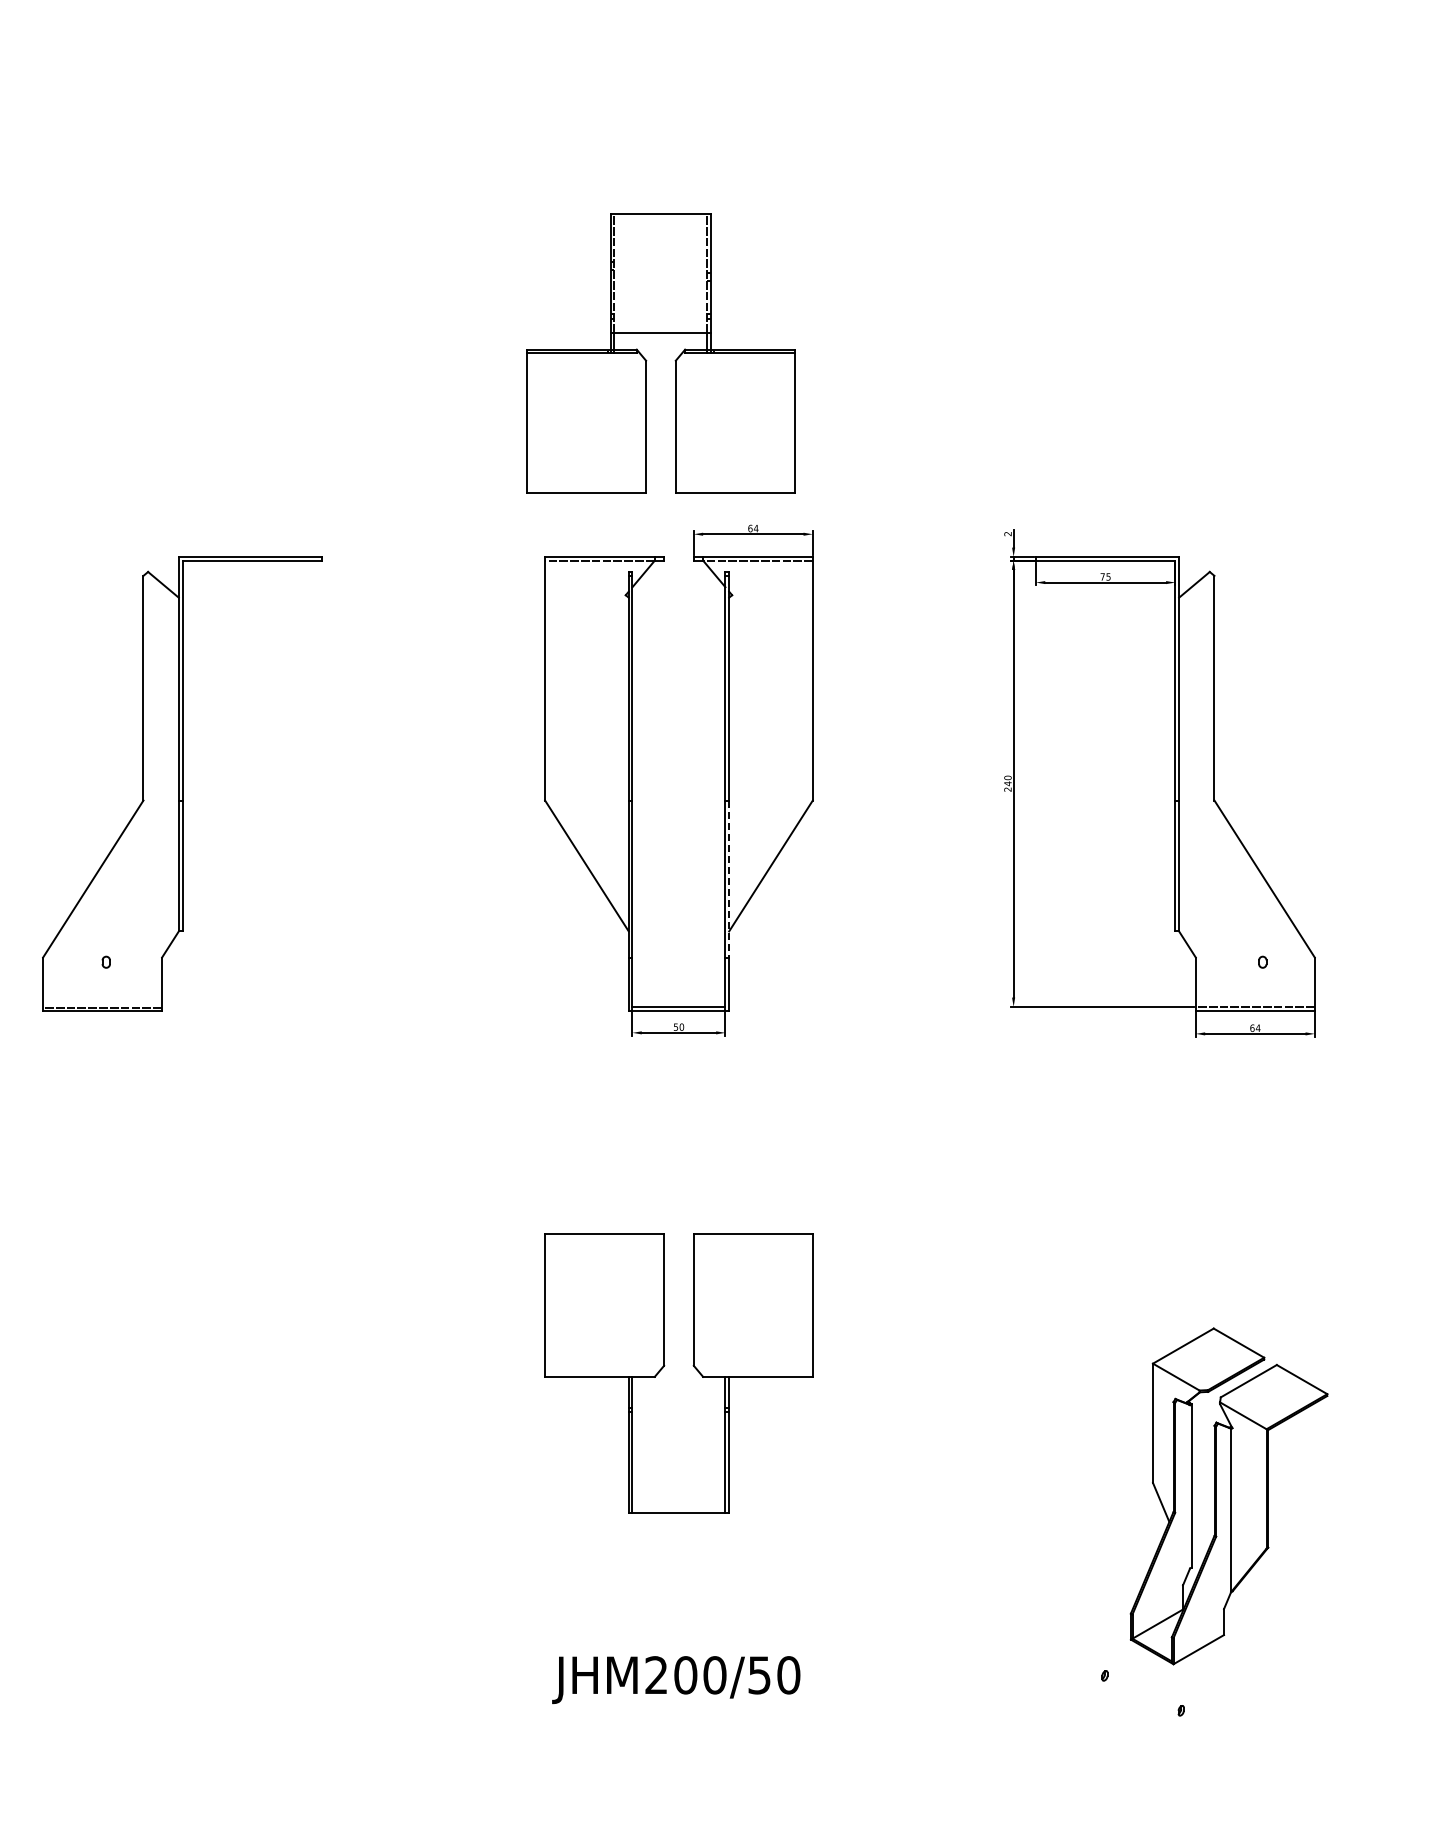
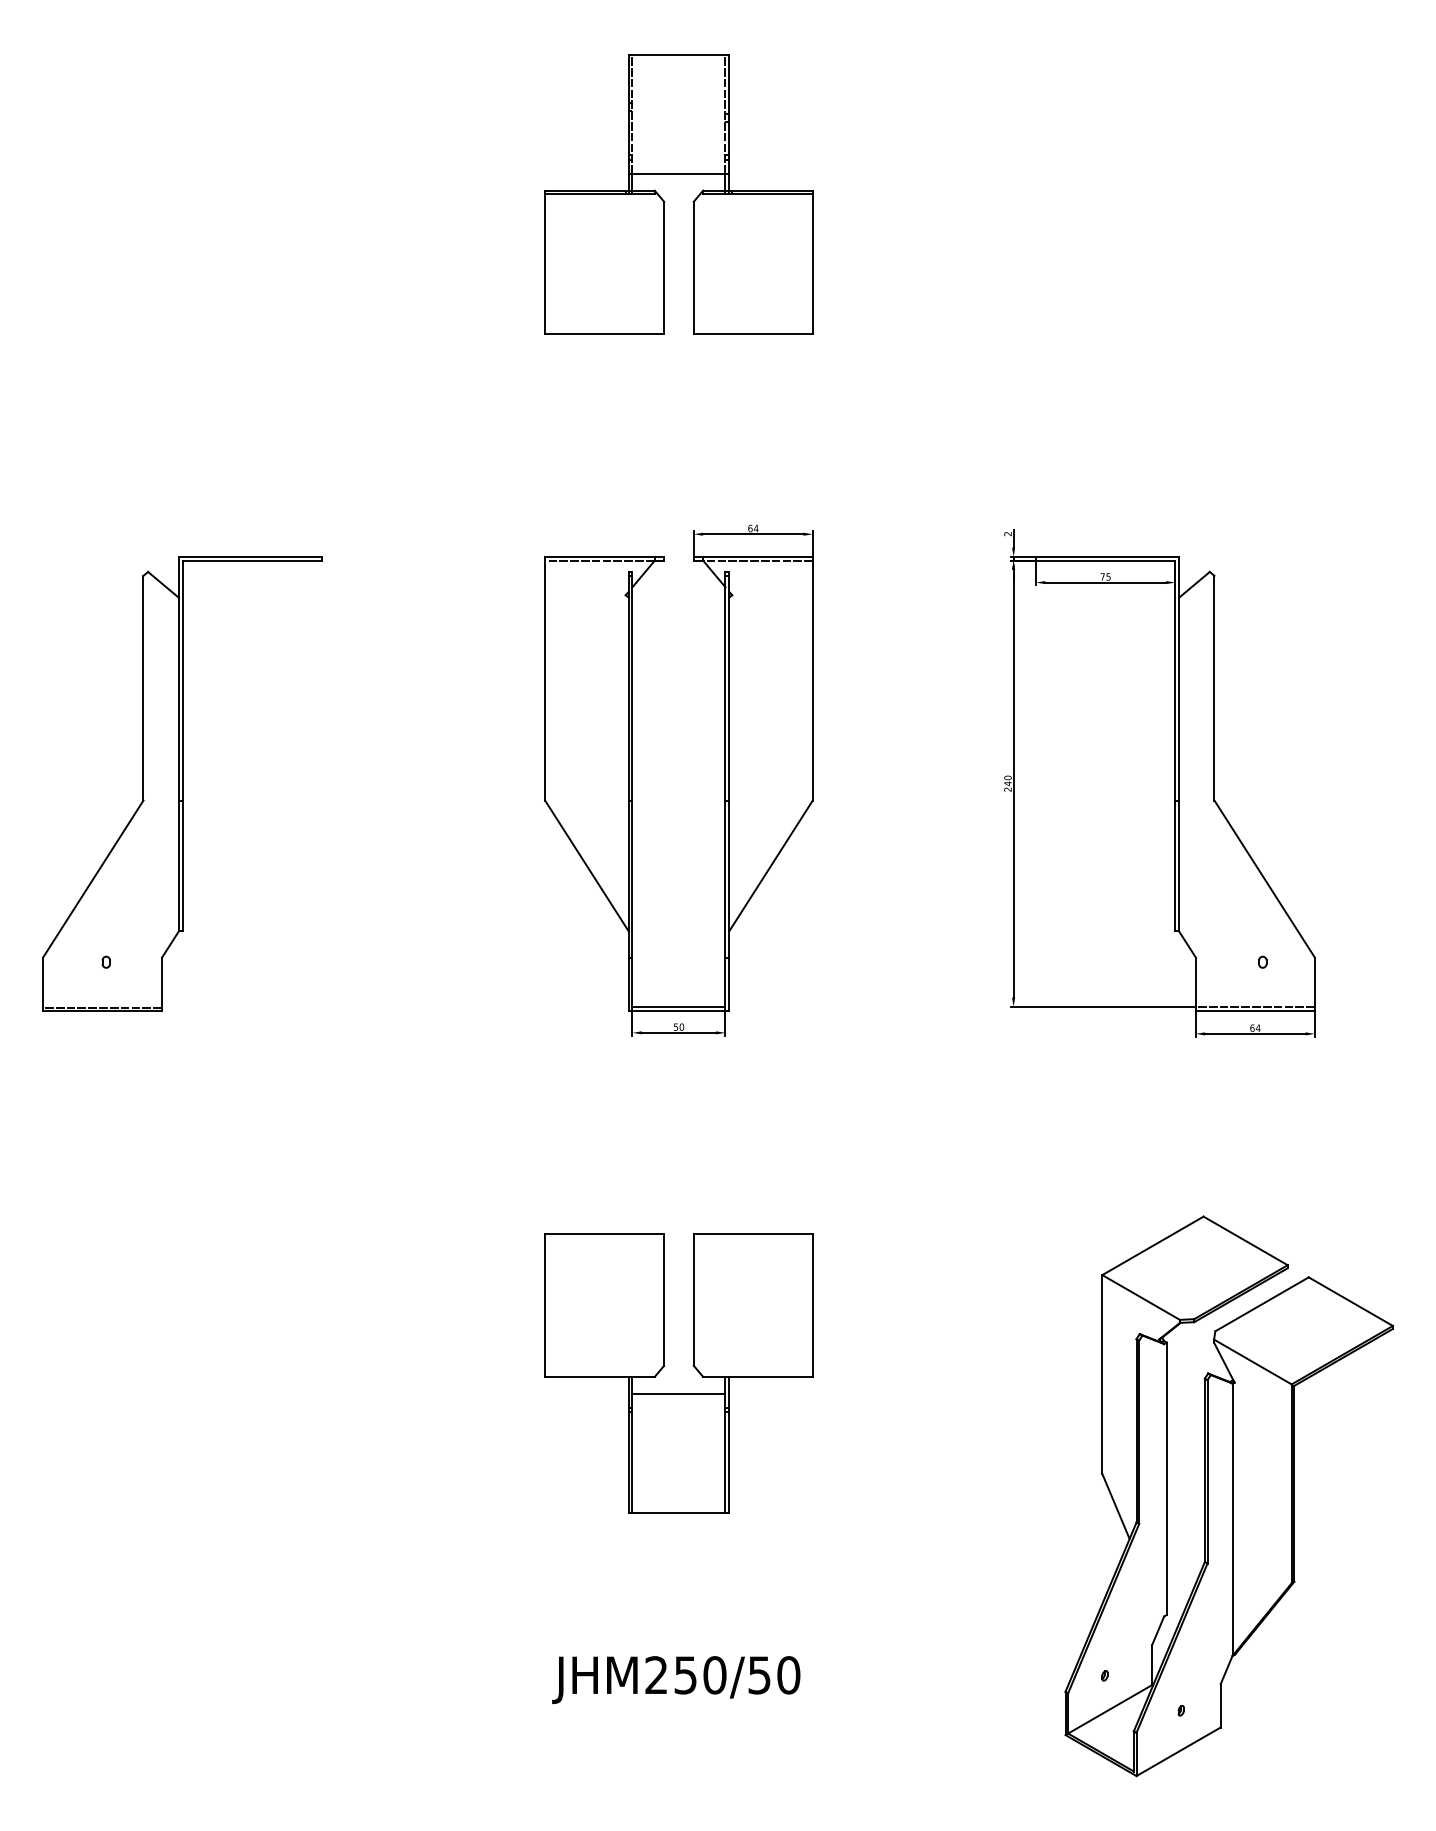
part at (647, 360) position: (647, 360) -> (665, 201)
line at (729, 879): dashed -> solid
line at (678, 1393): none -> present
part at (1228, 1496) size: 200x339 px -> 330x563 px
text at (685, 1675): JHM200/50 -> JHM250/50
